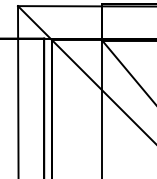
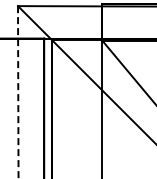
line at (18, 93): solid -> dashed
